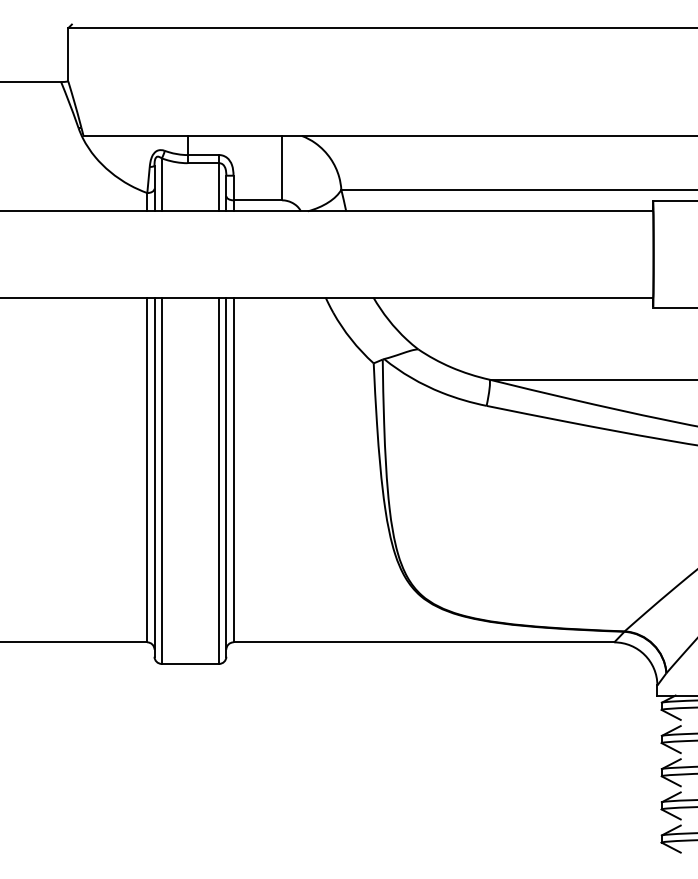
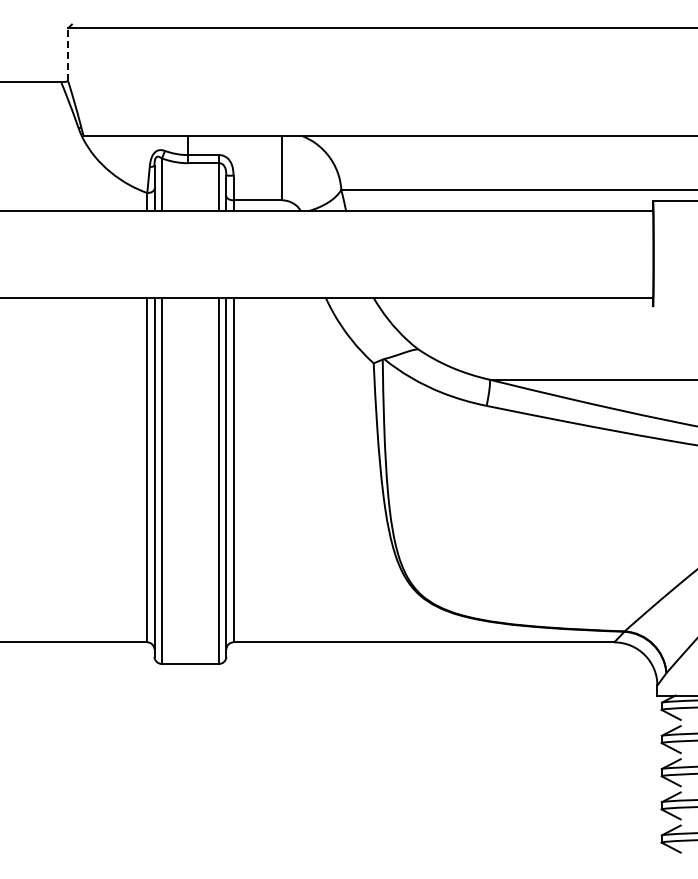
line at (68, 54): solid -> dashed
line at (673, 308): present -> none
